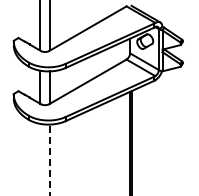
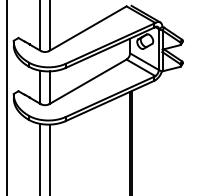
line at (6, 97): none -> present
line at (39, 157): none -> present
line at (50, 159): dashed -> solid
